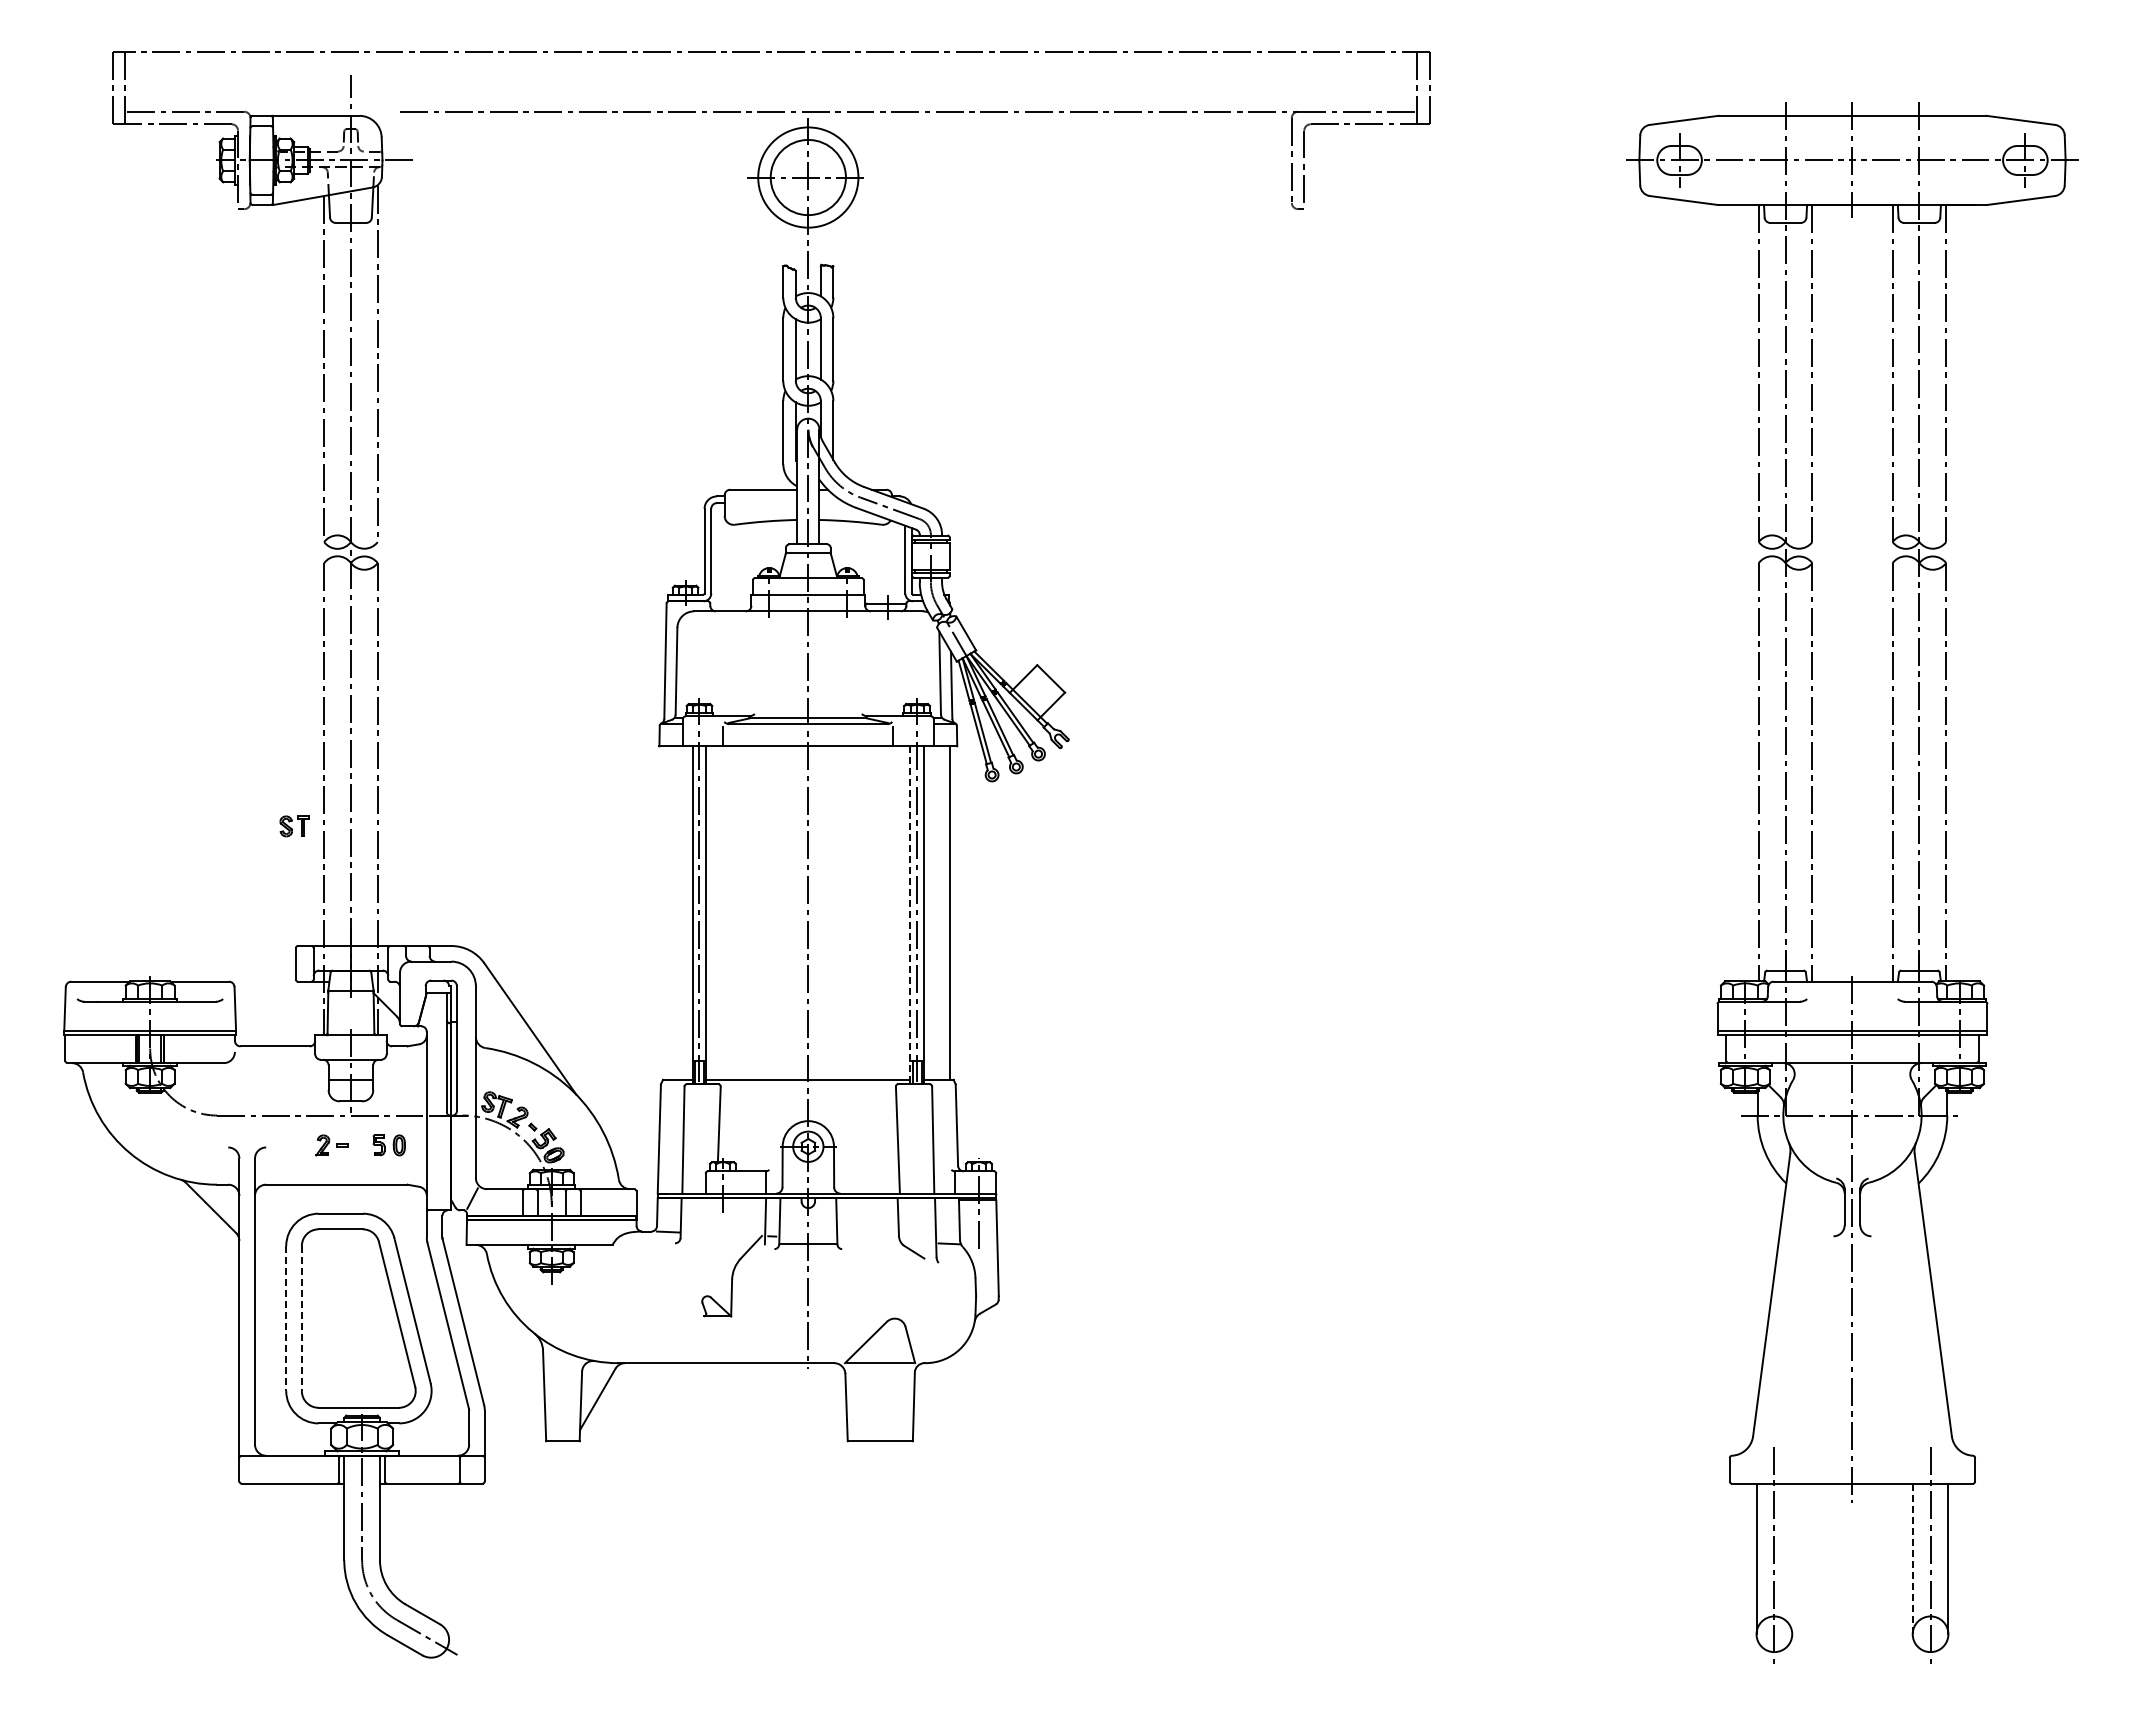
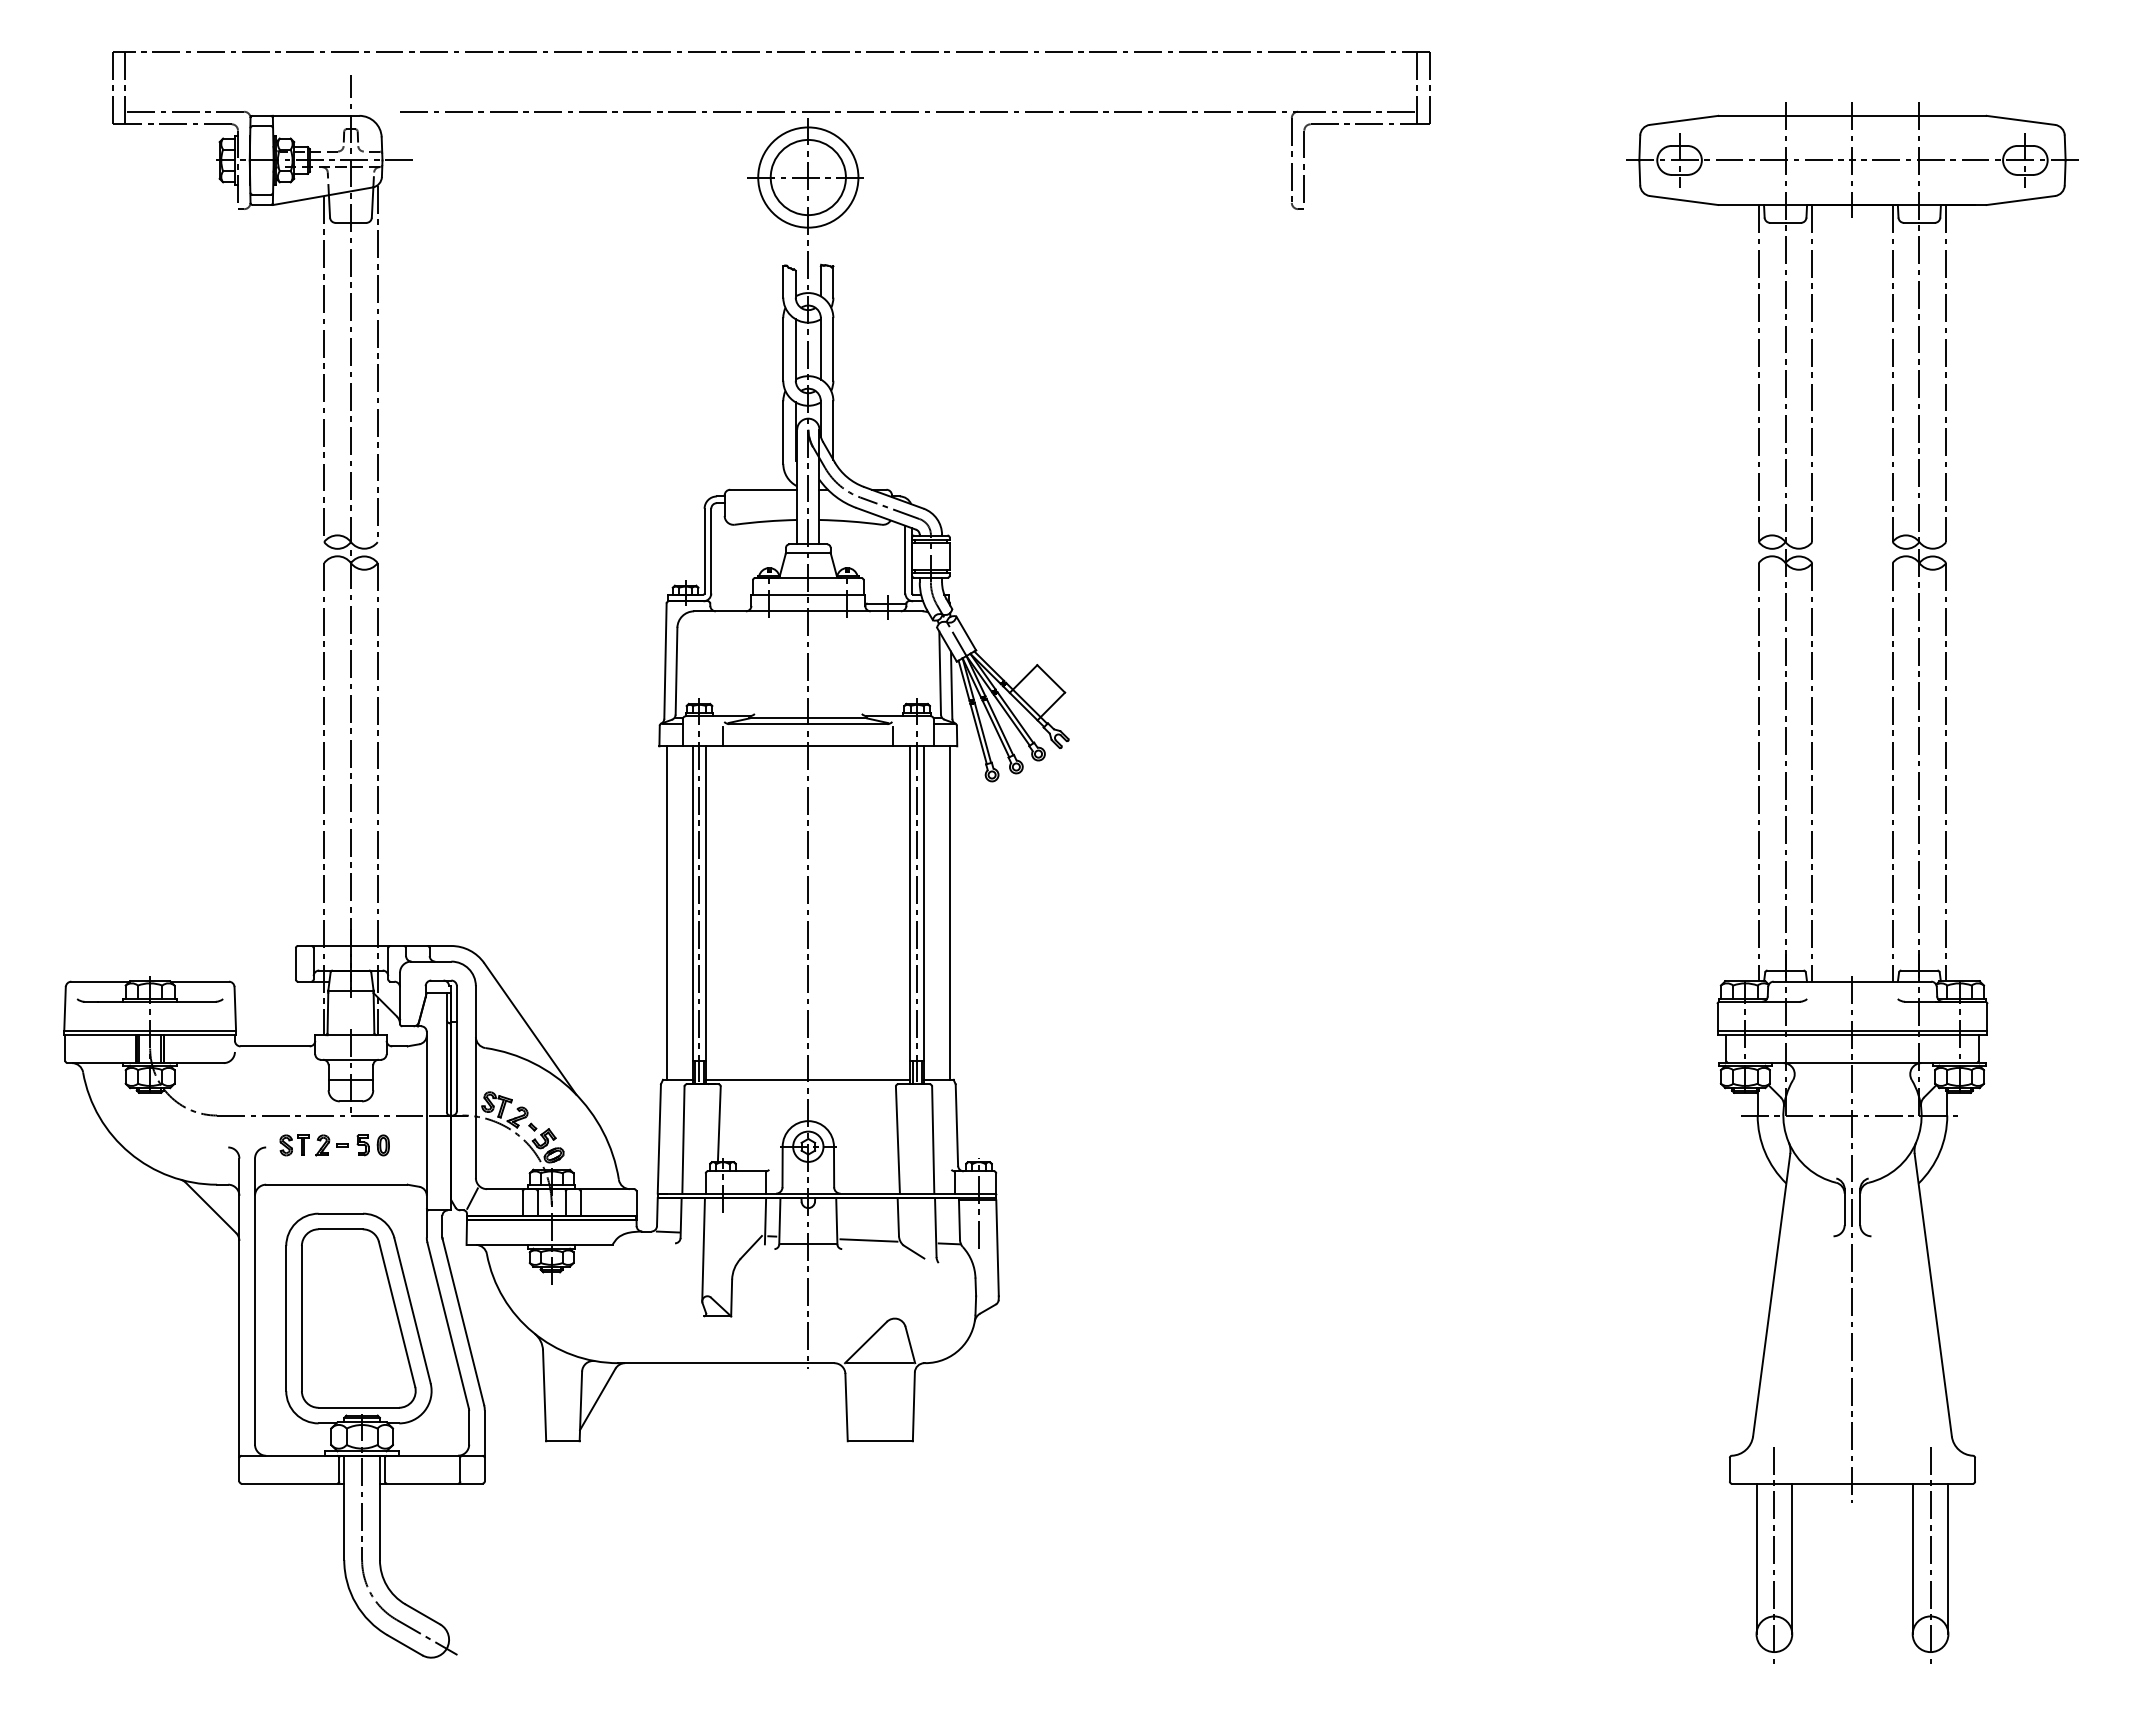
part at (294, 826) position: (294, 826) -> (294, 1145)
line at (666, 912): none -> present
line at (910, 915): dashed -> solid
part at (388, 1145) position: (388, 1145) -> (372, 1145)
line at (868, 1240): none -> present
line at (703, 1249): none -> present
line at (286, 1318): dashed -> solid
line at (301, 1318): dashed -> solid
line at (1792, 1558): none -> present
line at (1912, 1559): dashed -> solid
